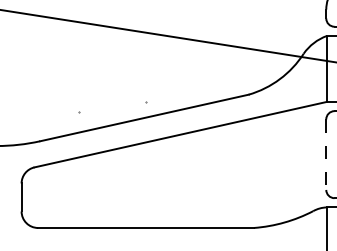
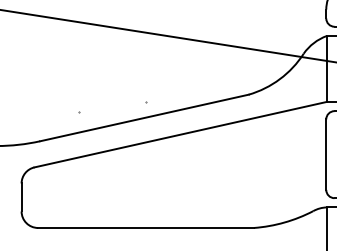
line at (326, 155): dashed -> solid
